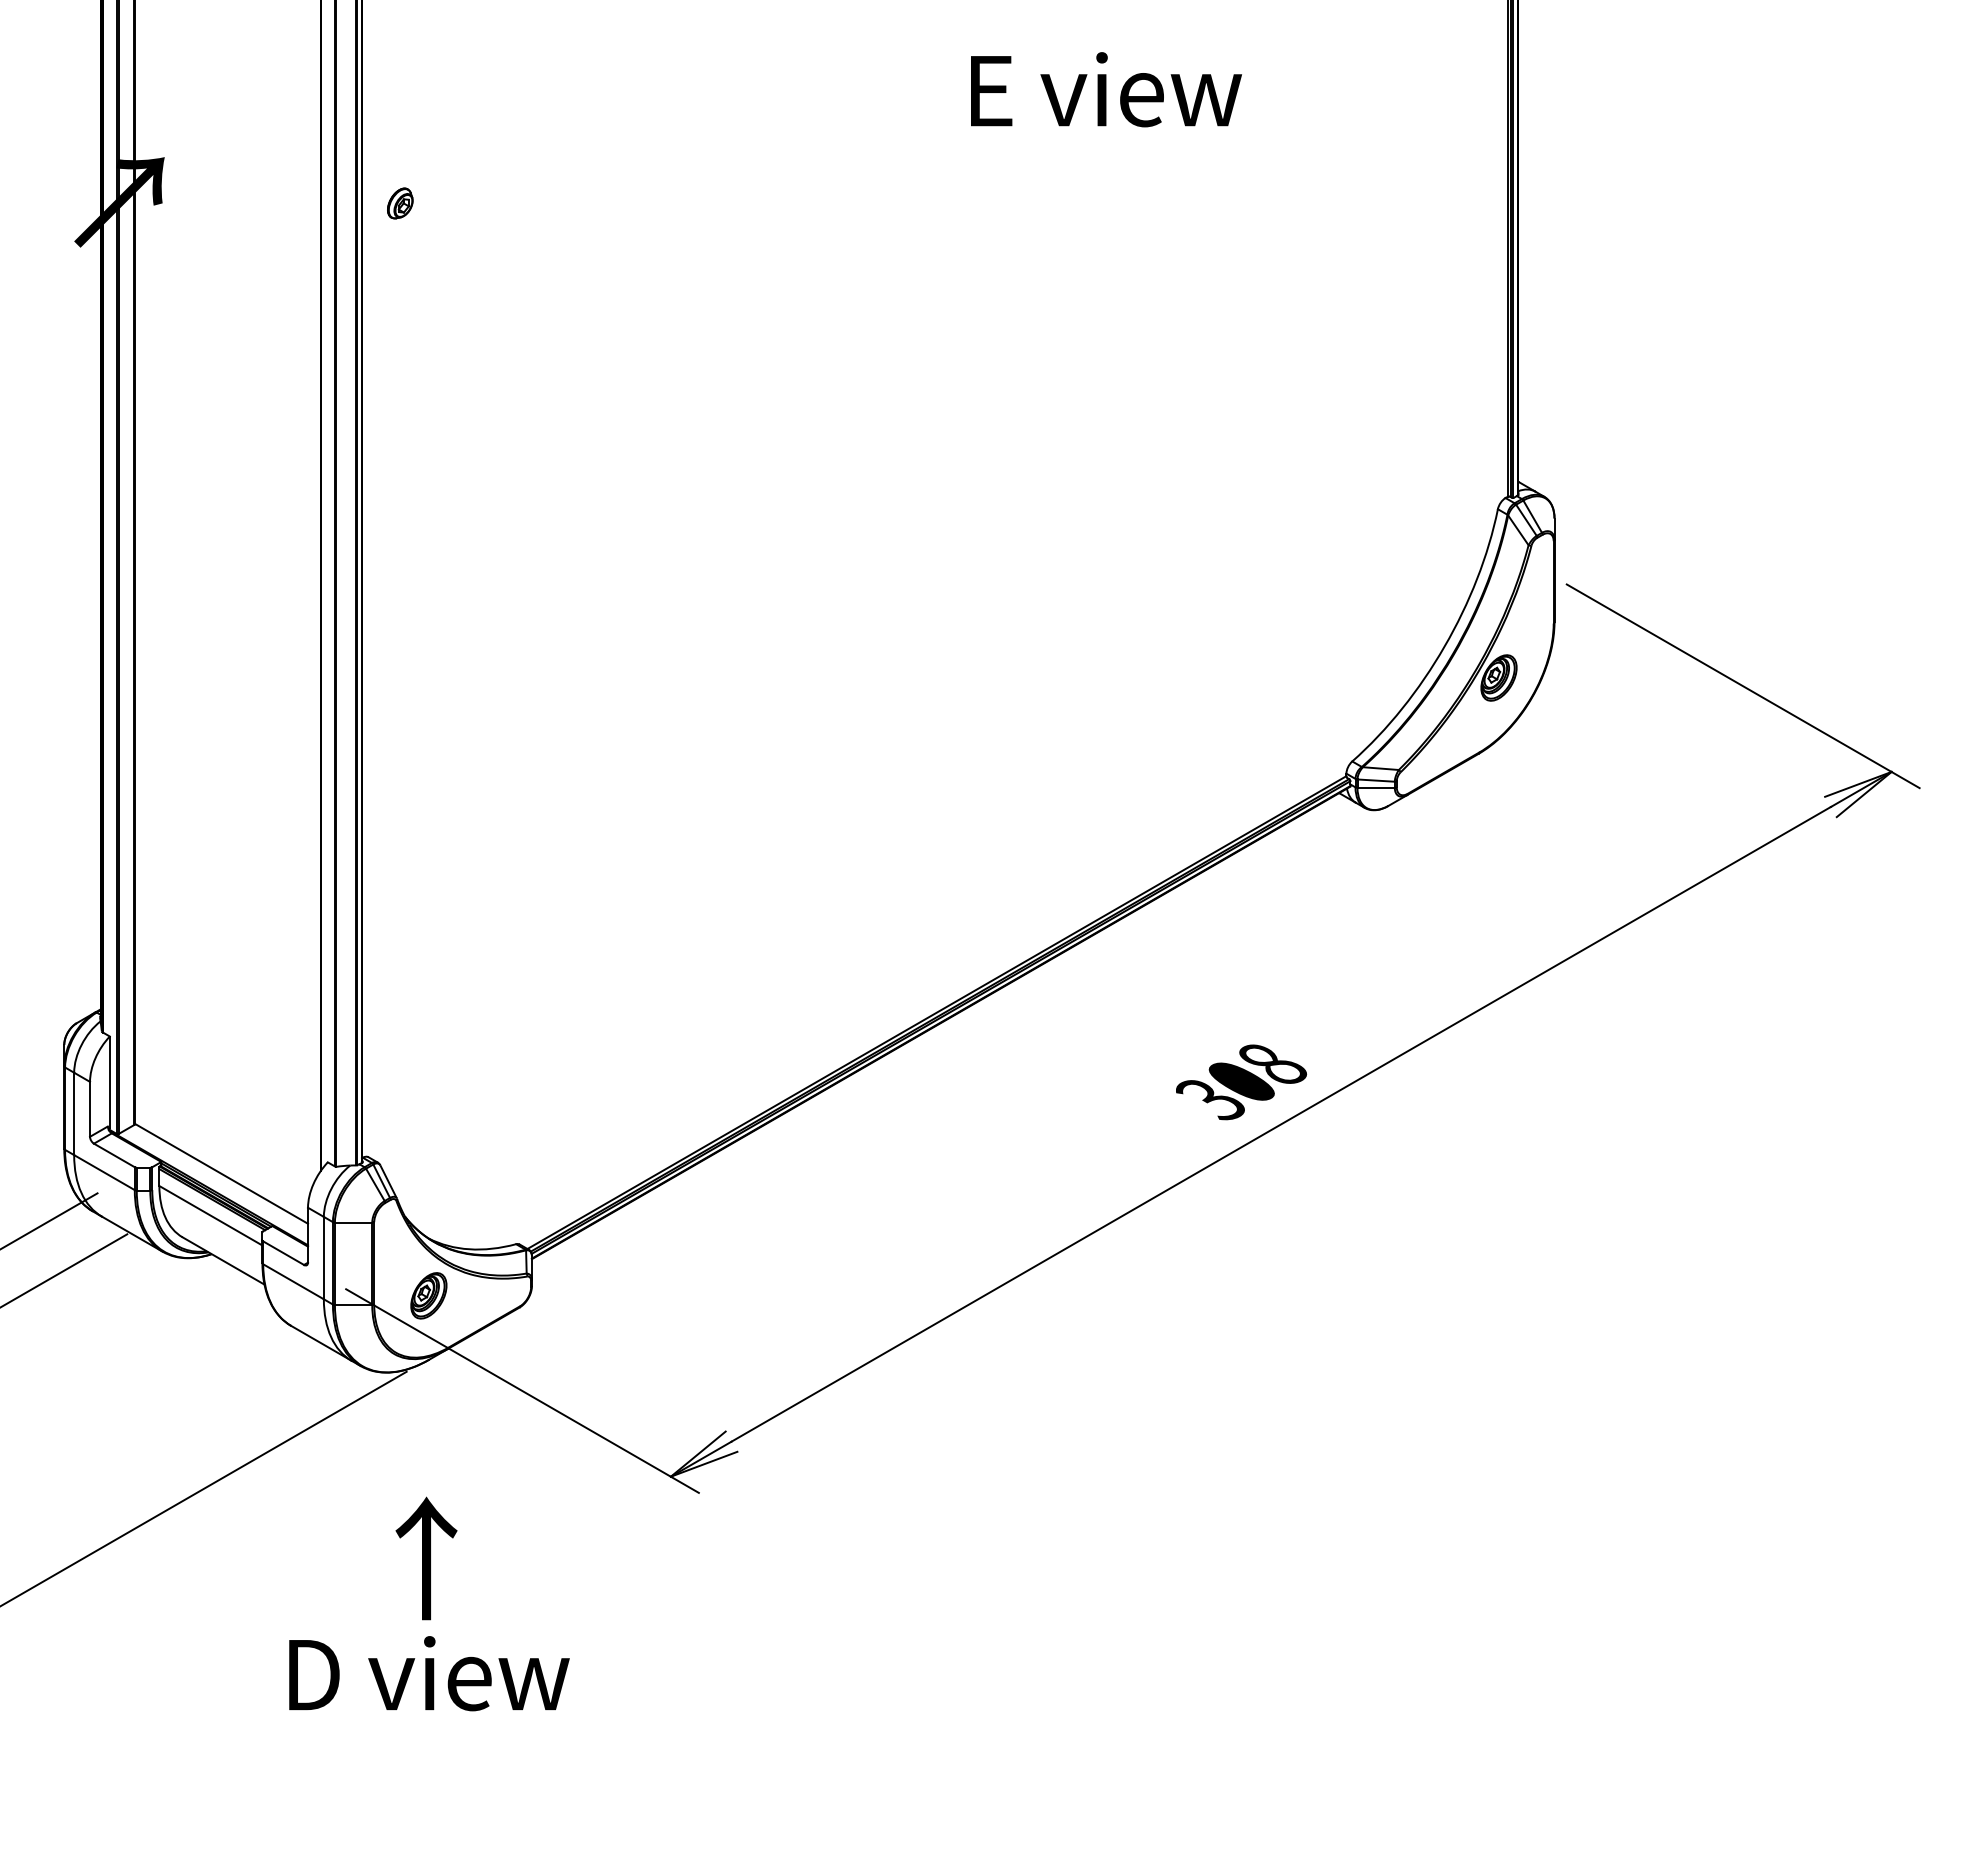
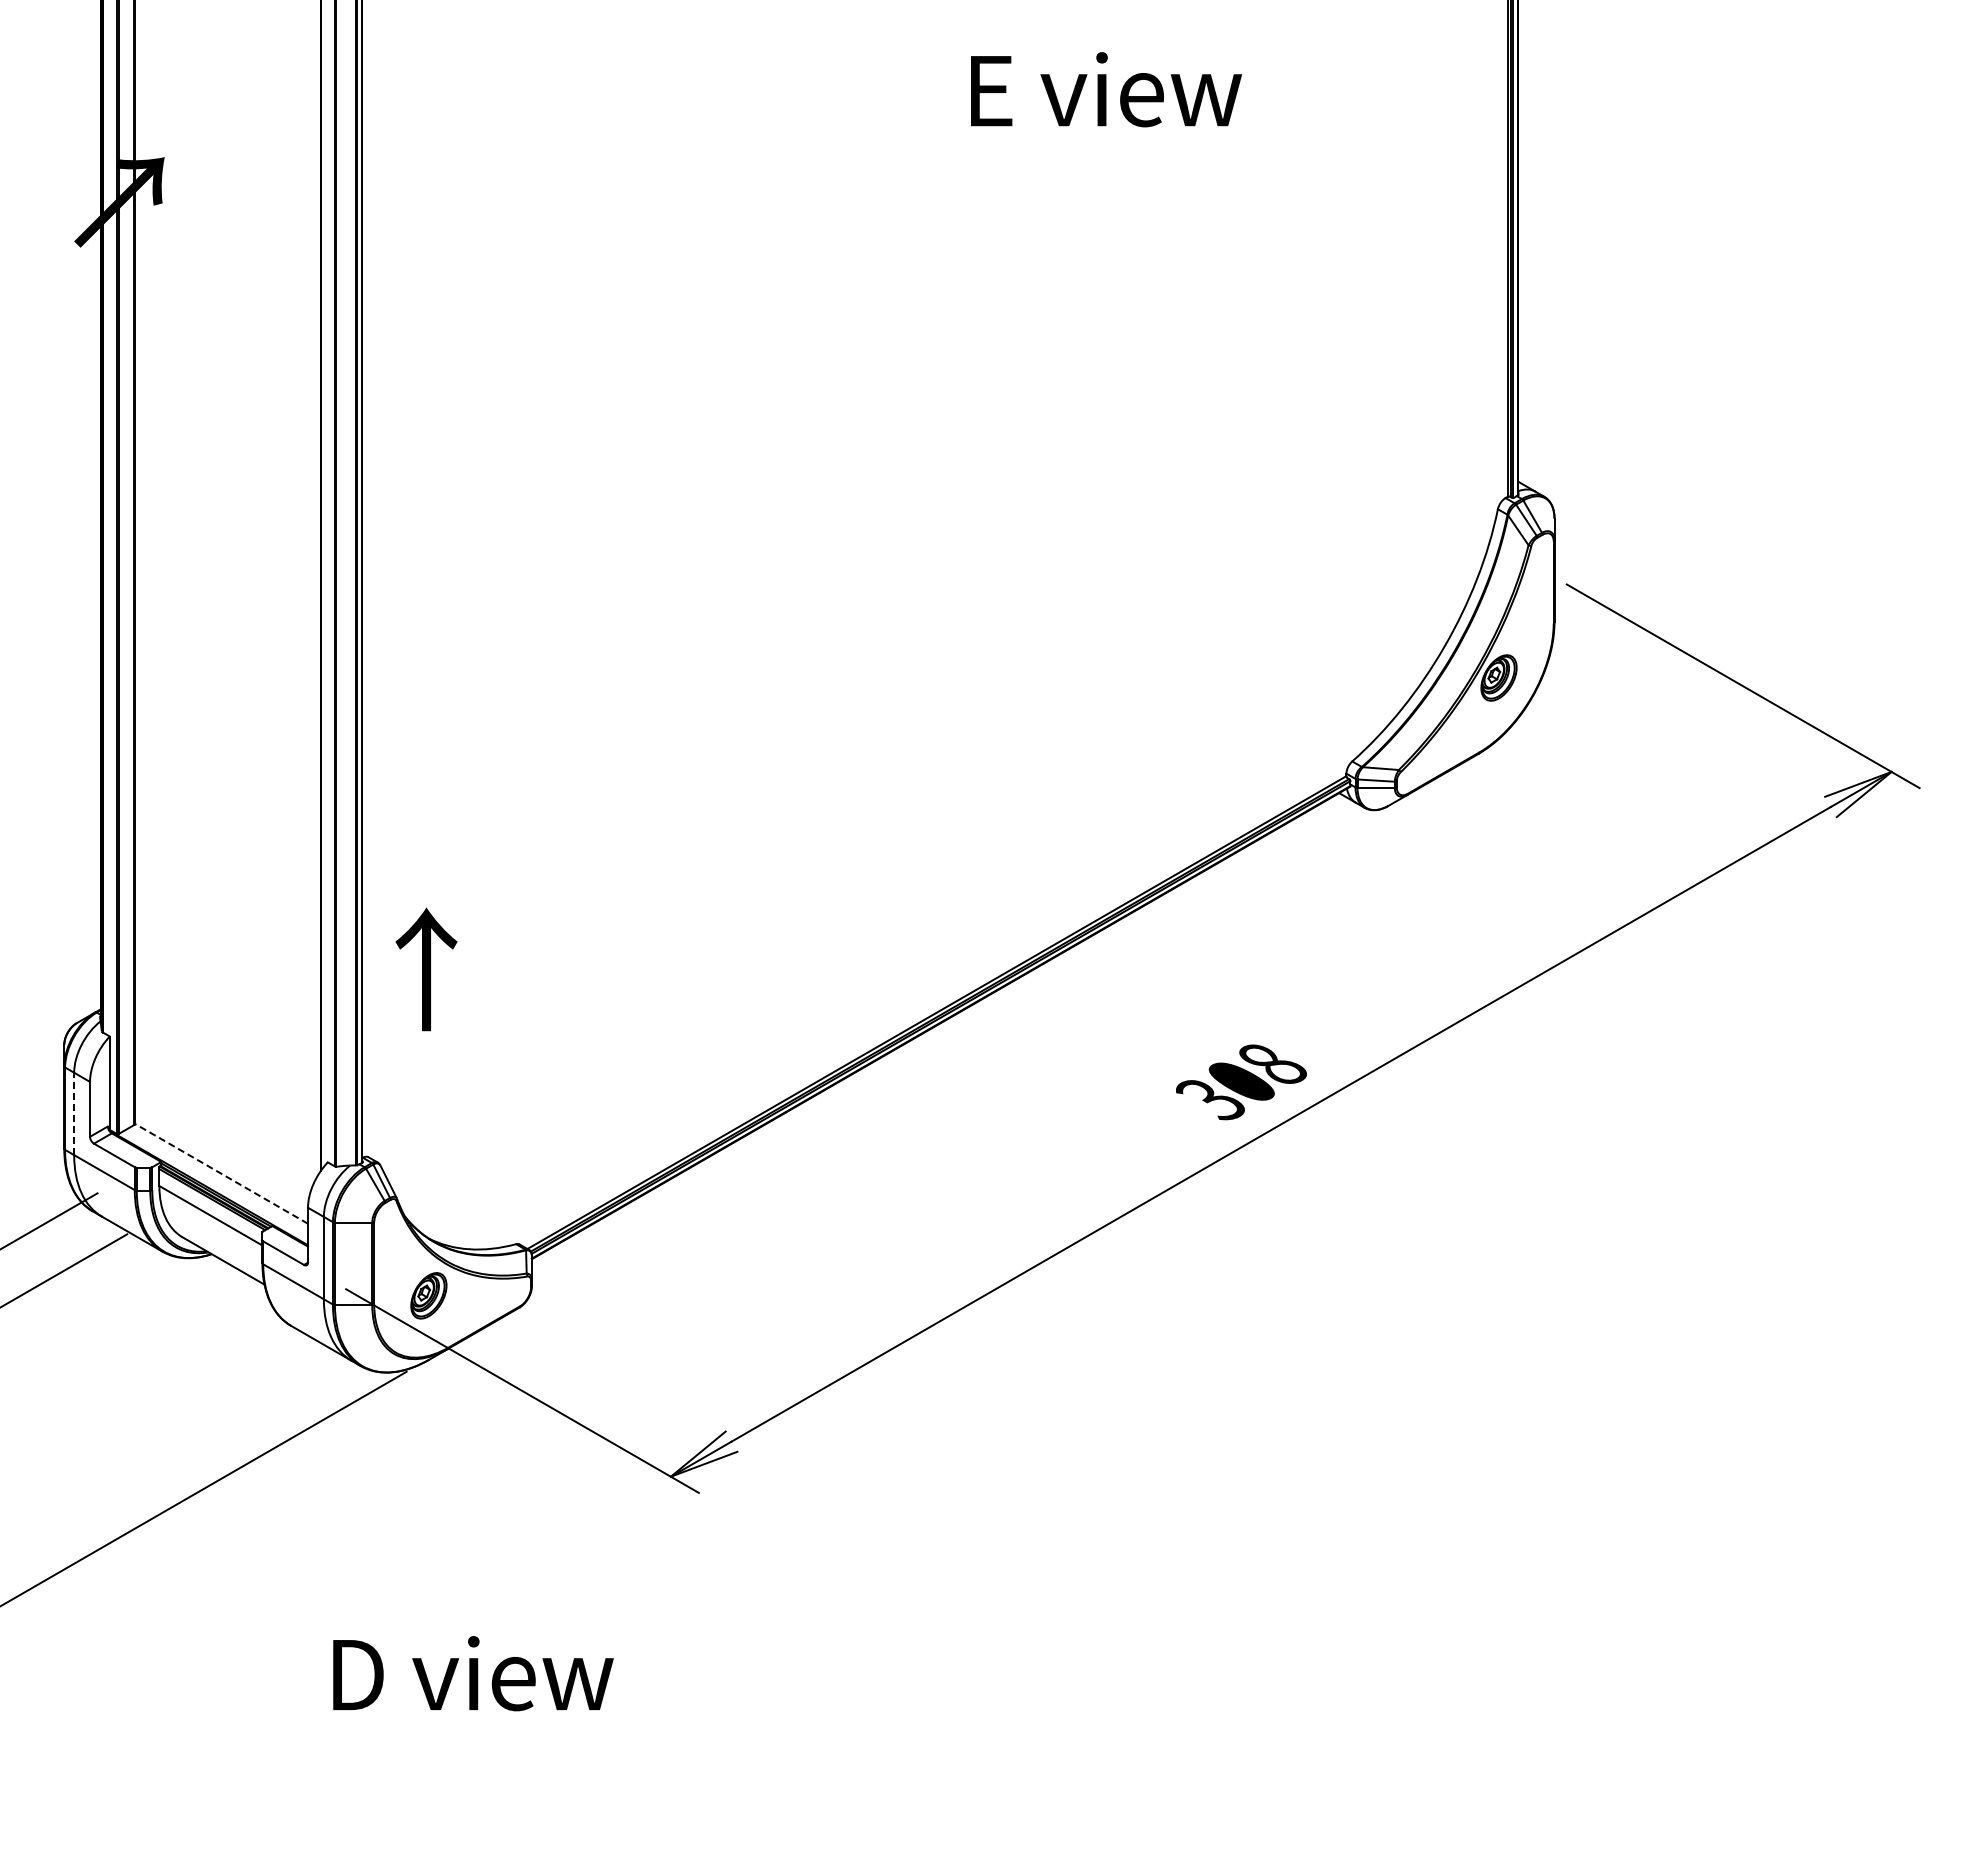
part at (400, 203): present -> none
line at (74, 1113): solid -> dashed
line at (221, 1173): solid -> dashed
text at (426, 1558) position: (426, 1558) -> (426, 969)
text at (429, 1673) position: (429, 1673) -> (473, 1673)
